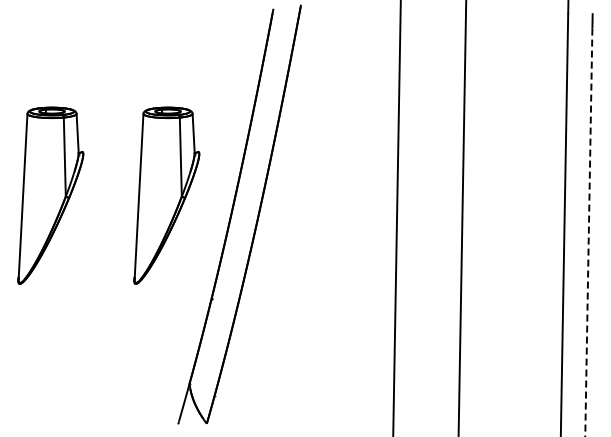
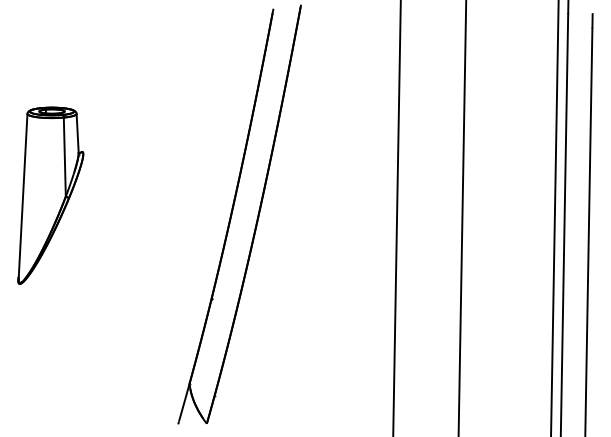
part at (166, 195): present -> none
line at (554, 217): none -> present
line at (588, 233): dashed -> solid
